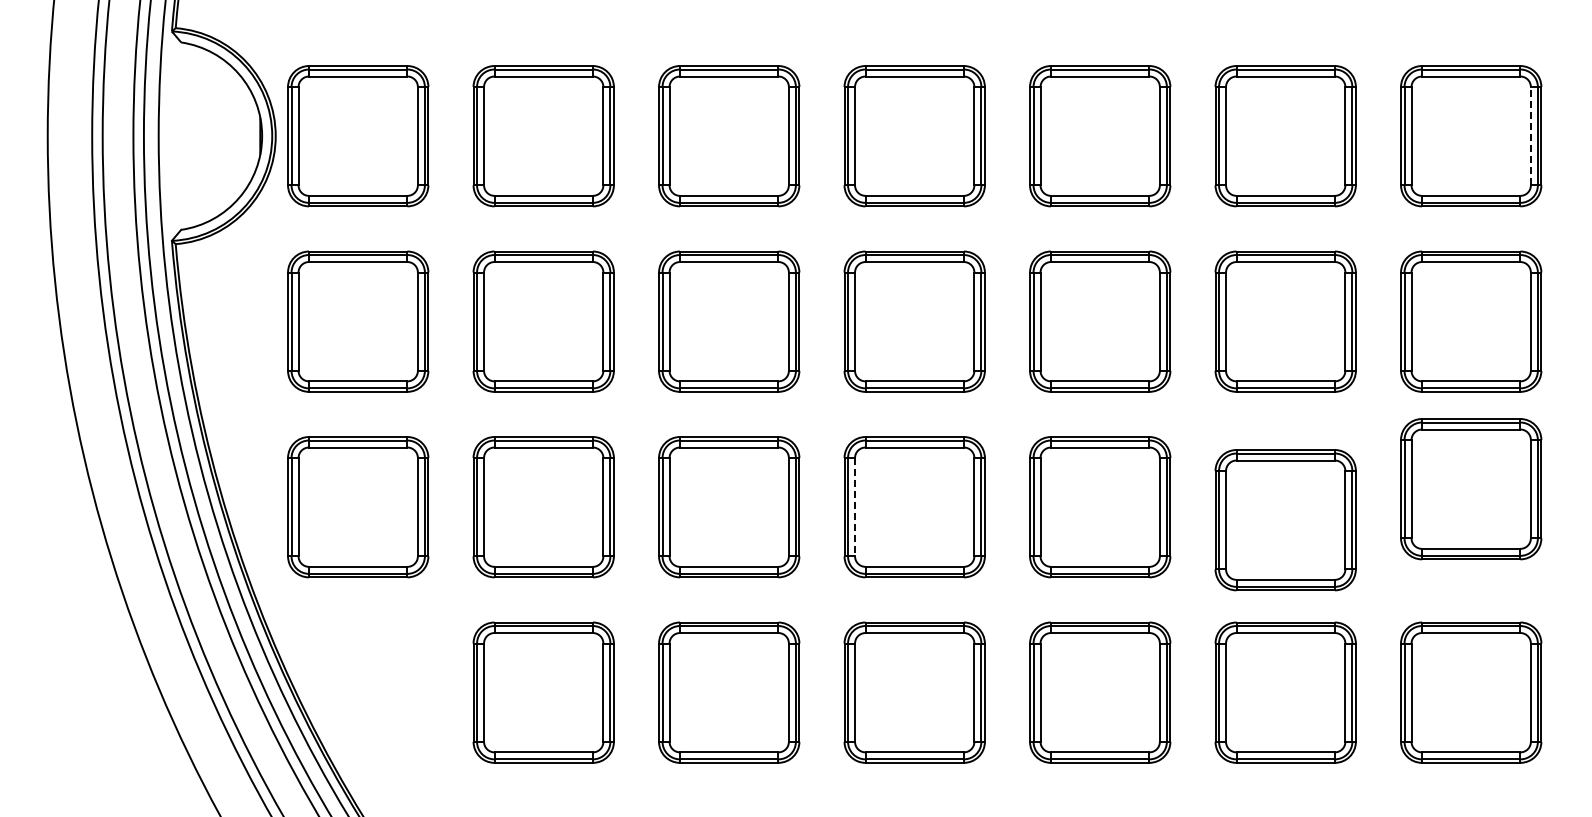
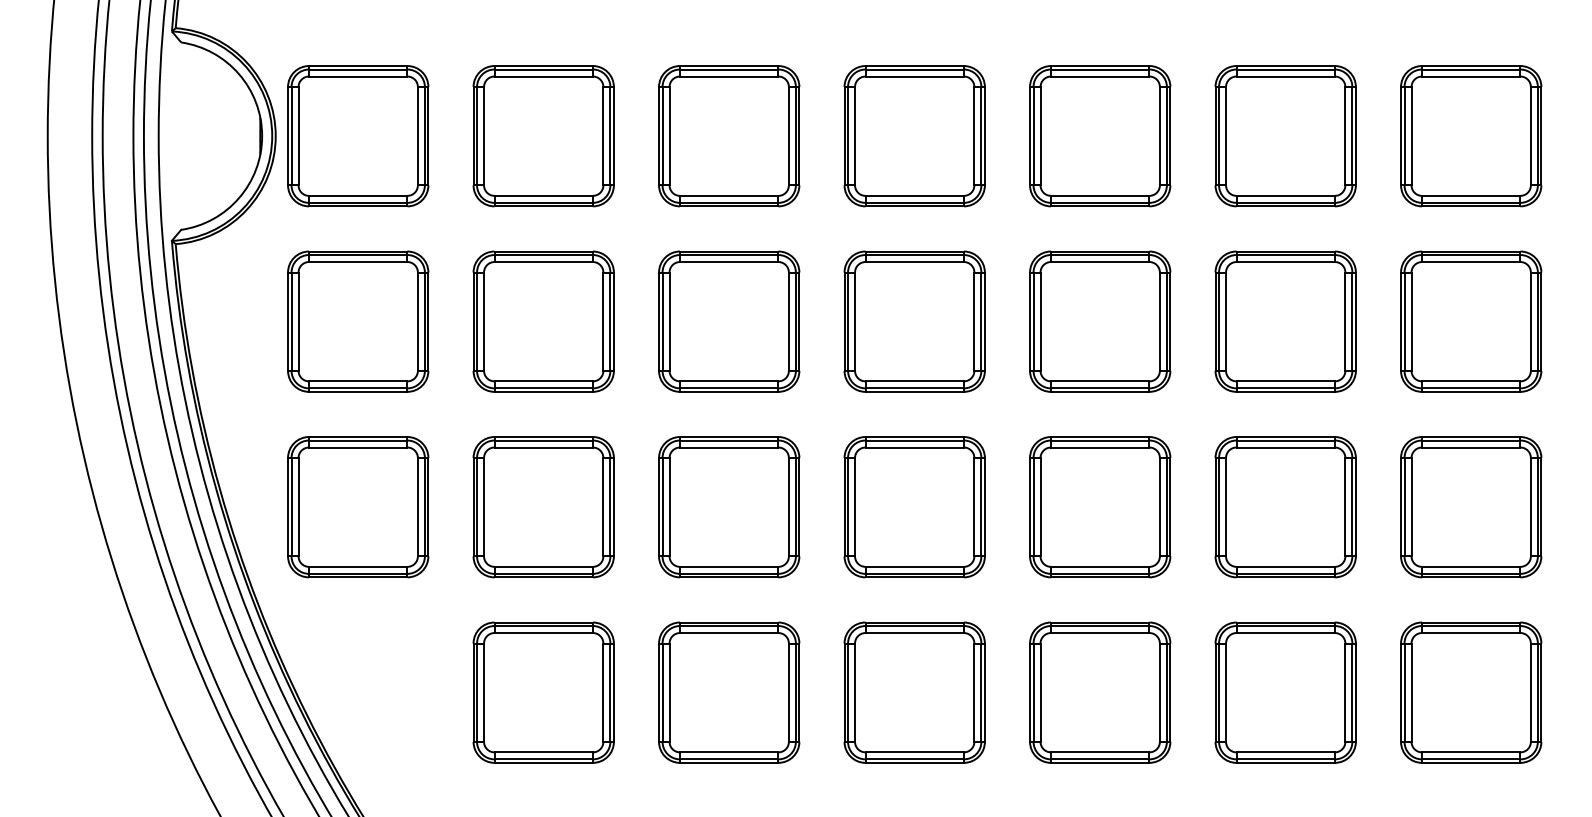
line at (1530, 135): dashed -> solid
part at (1471, 489) position: (1471, 489) -> (1471, 507)
line at (855, 507): dashed -> solid
part at (1285, 520) position: (1285, 520) -> (1285, 507)
